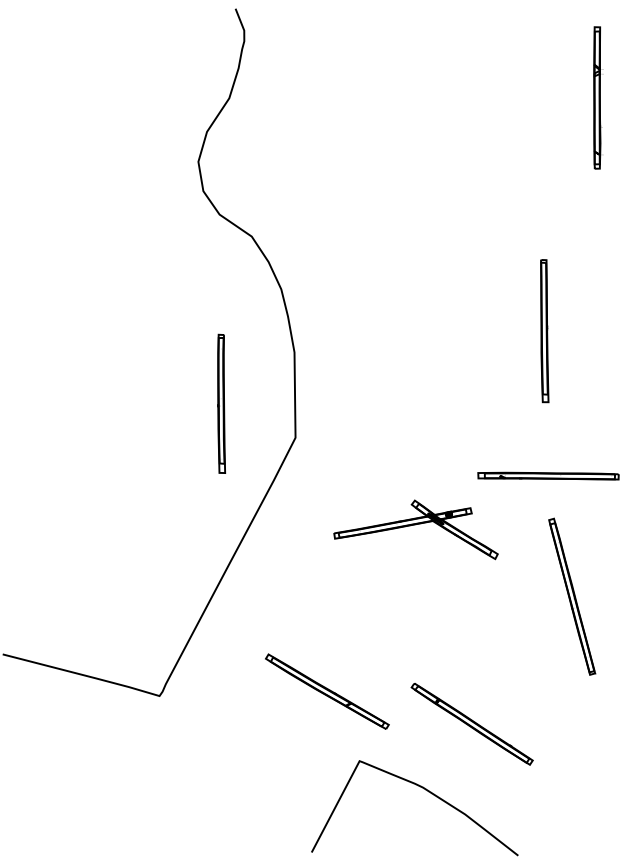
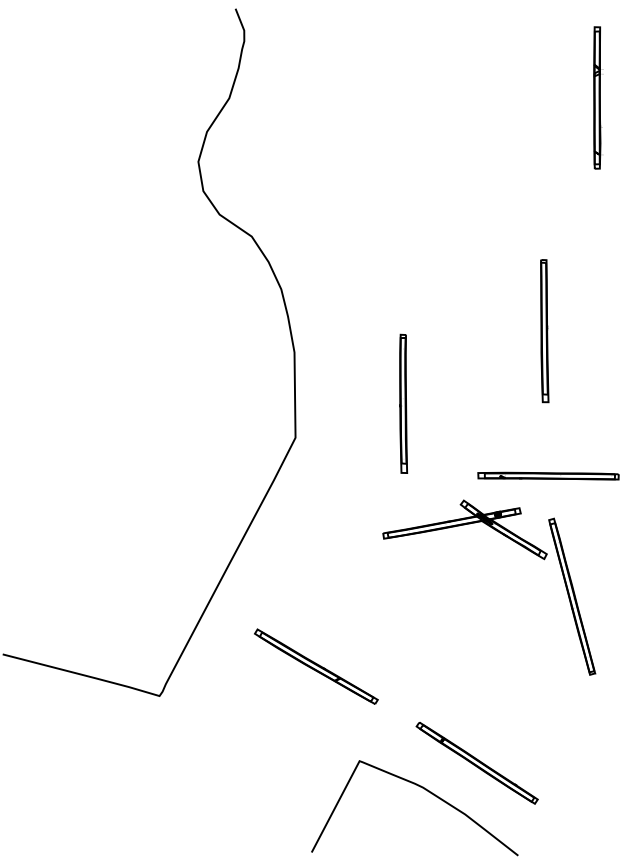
part at (221, 403) position: (221, 403) -> (403, 403)
part at (415, 529) position: (415, 529) -> (464, 529)
part at (327, 691) position: (327, 691) -> (316, 666)
part at (471, 724) position: (471, 724) -> (476, 763)
